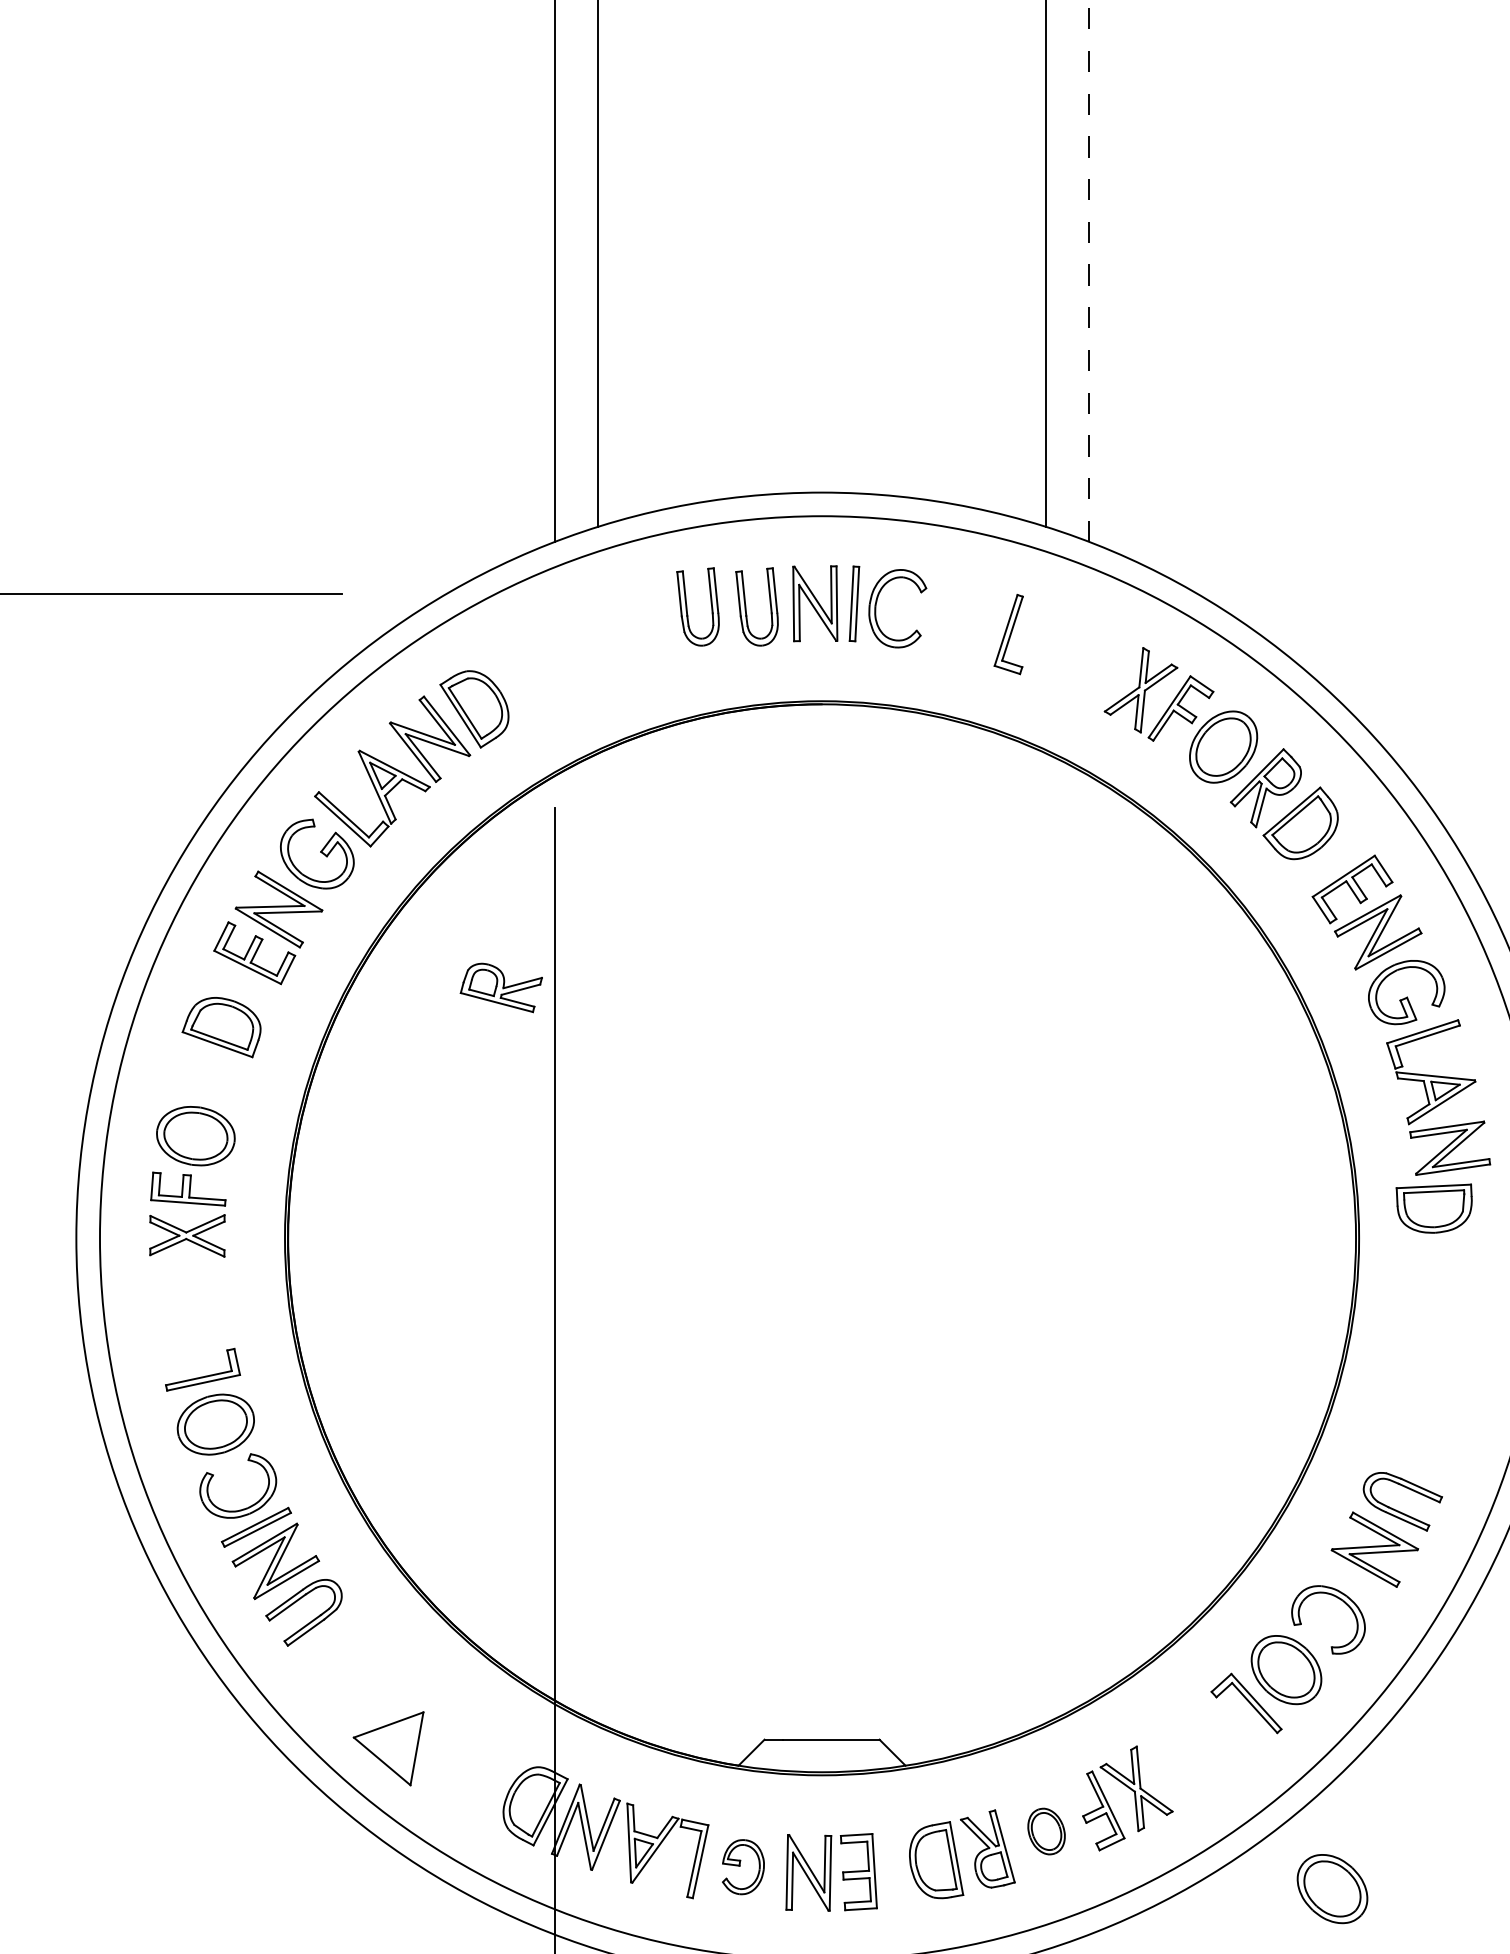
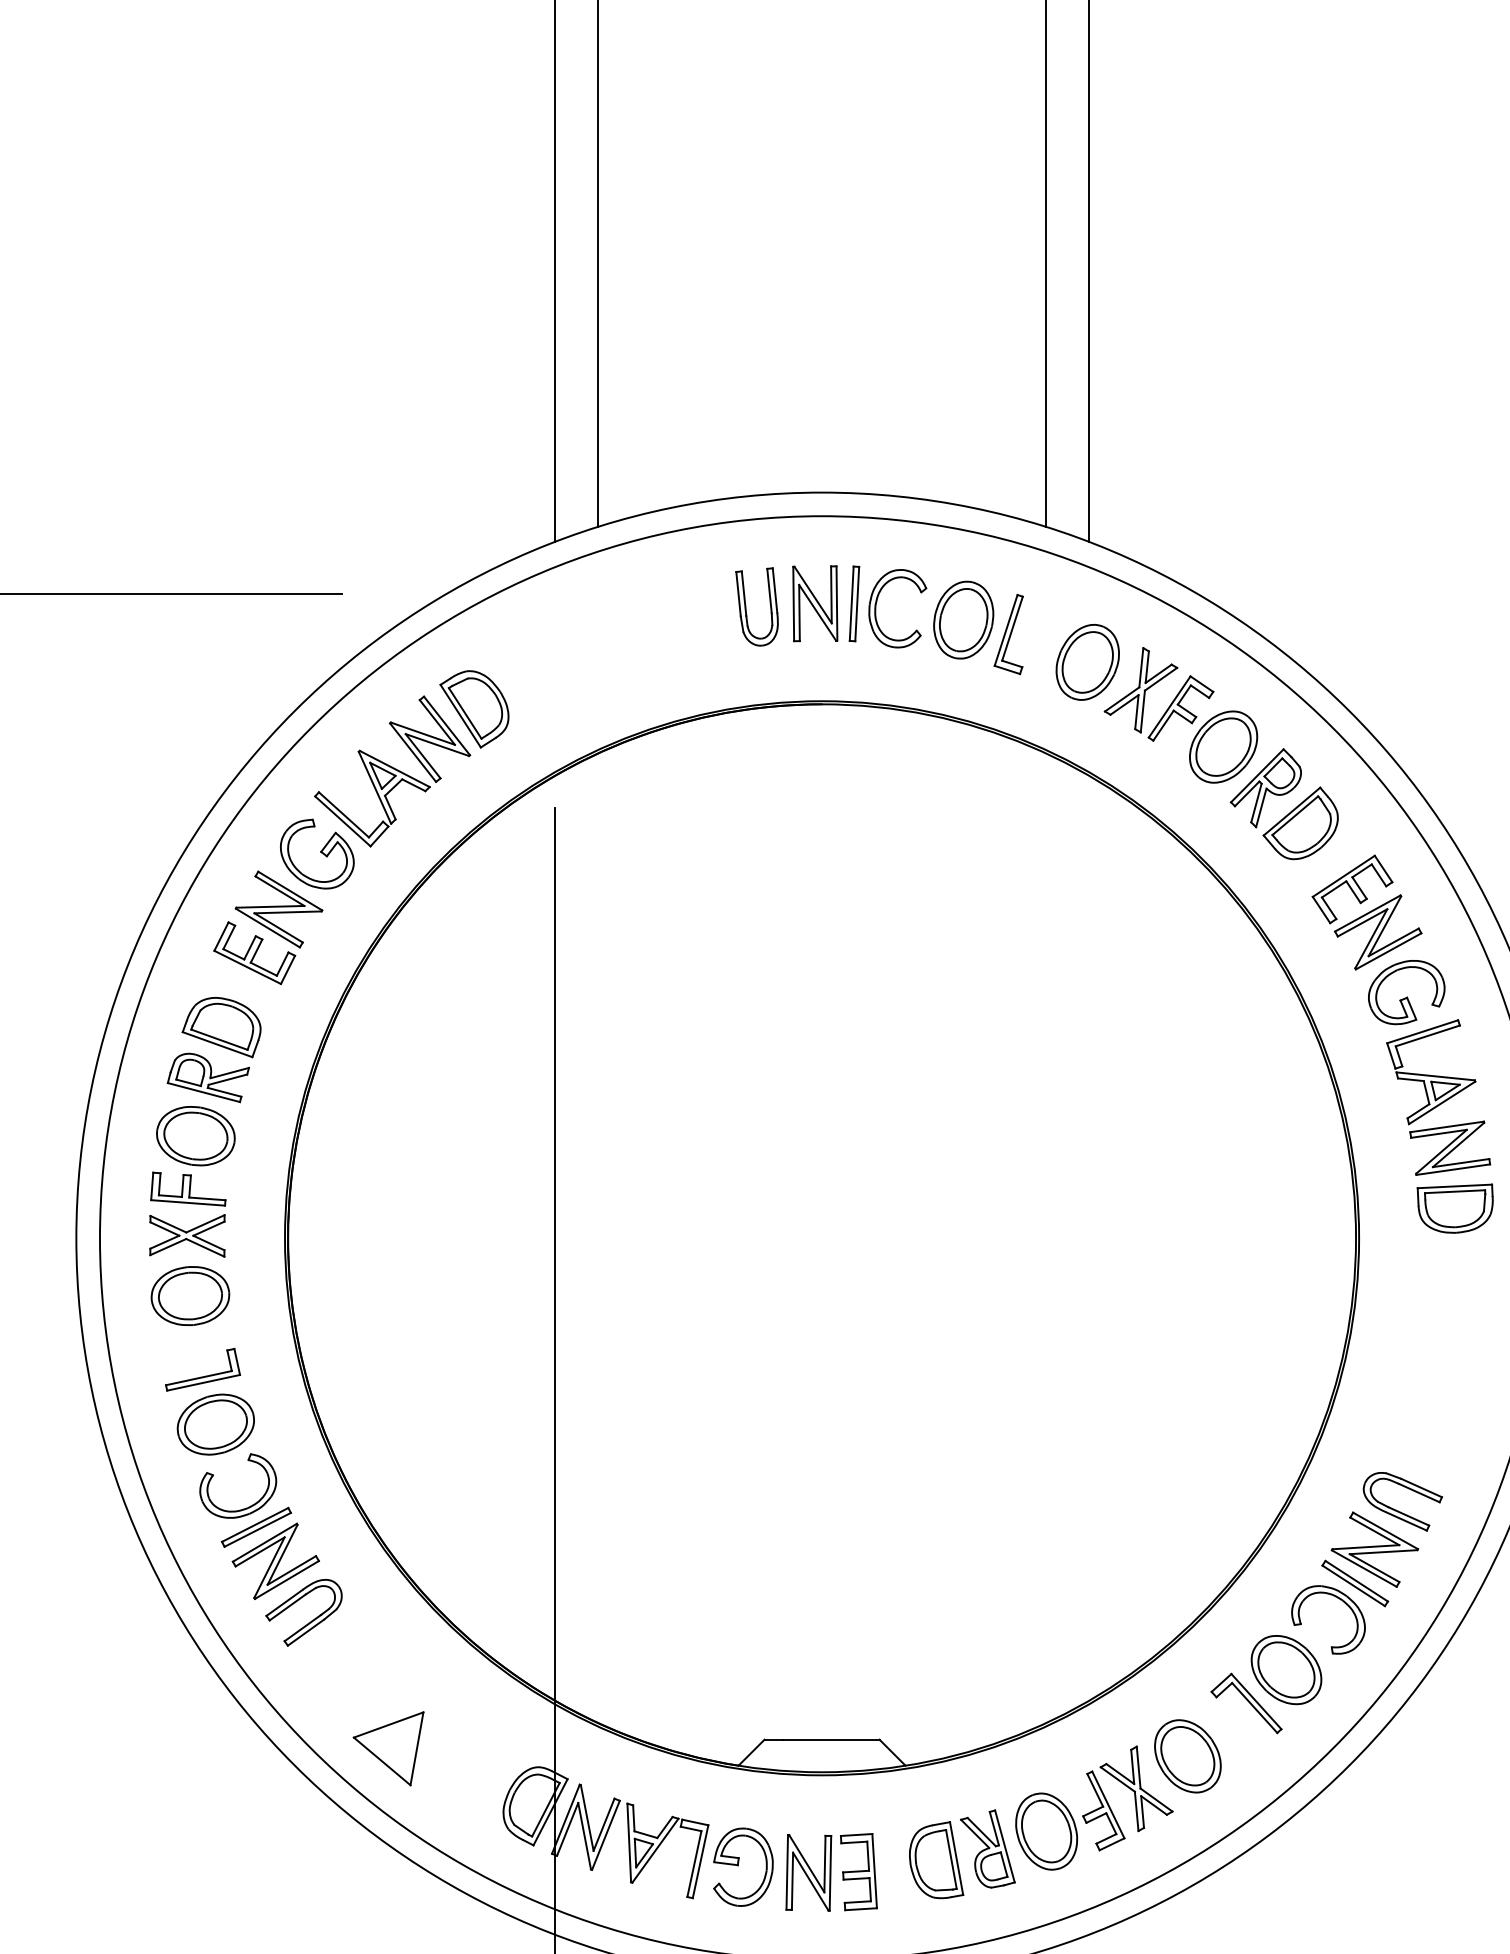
line at (1089, 270): dashed -> solid
part at (687, 606): present -> none
part at (963, 619): none -> present
part at (1087, 662): none -> present
part at (500, 987) position: (500, 987) -> (207, 1077)
part at (1433, 1208) position: (1433, 1208) -> (1454, 1208)
part at (190, 1295): none -> present
part at (1355, 1583): none -> present
part at (1187, 1756): none -> present
part at (1046, 1831) size: 39x49 px -> 63x79 px
part at (743, 1867) size: 43x57 px -> 61x80 px
part at (1332, 1889): present -> none
